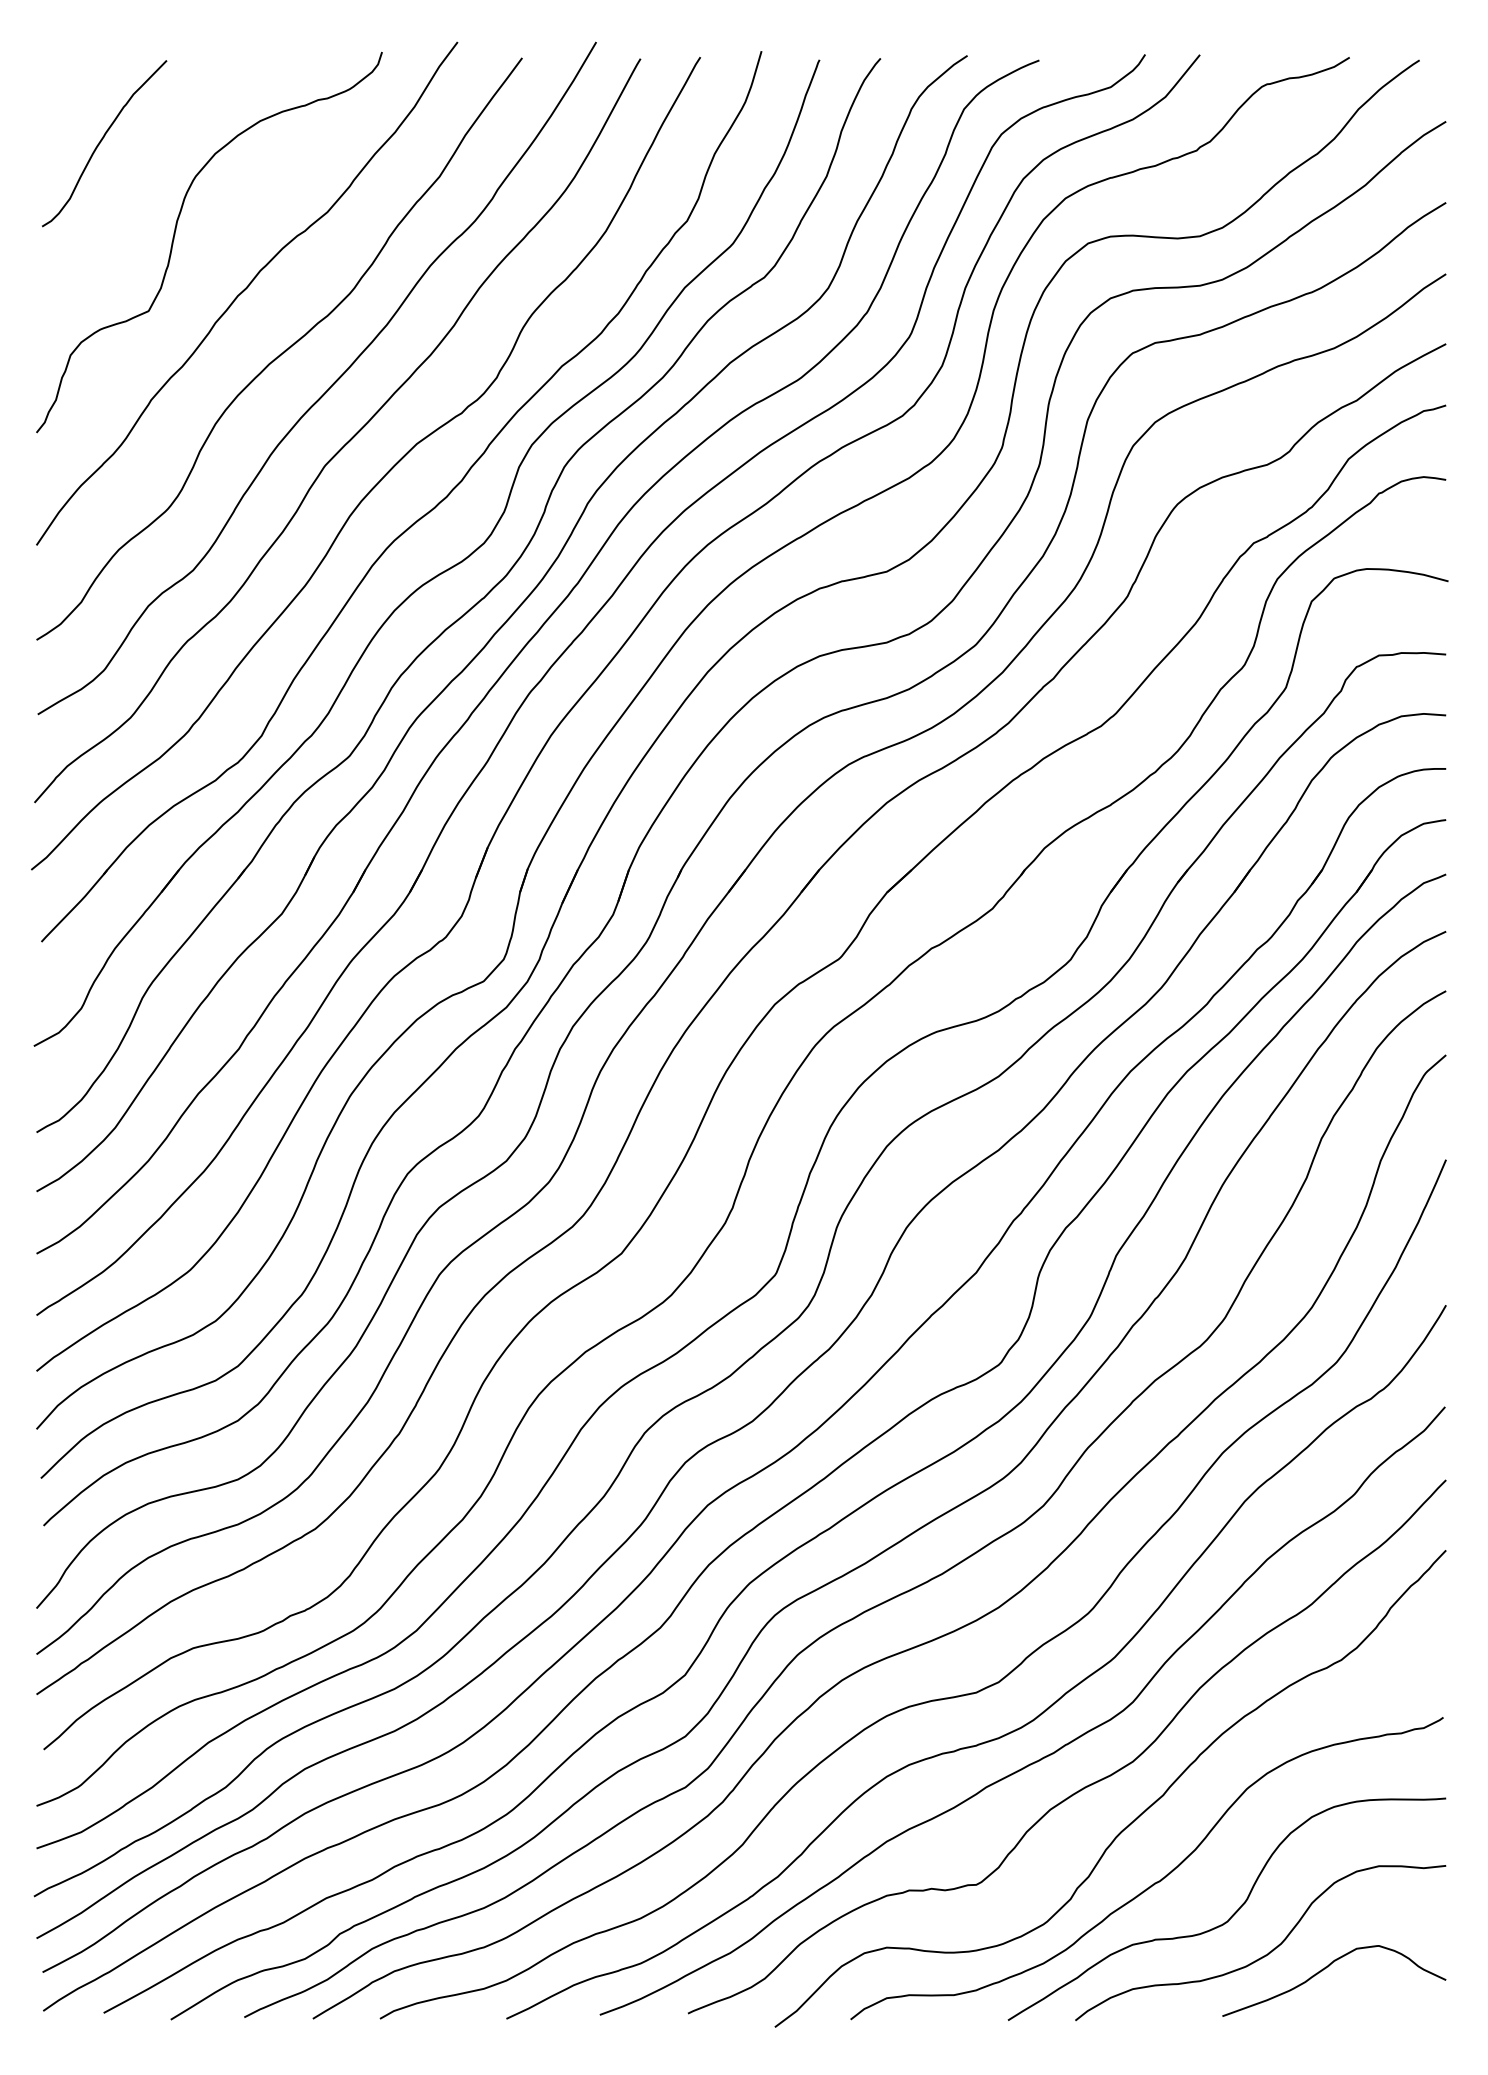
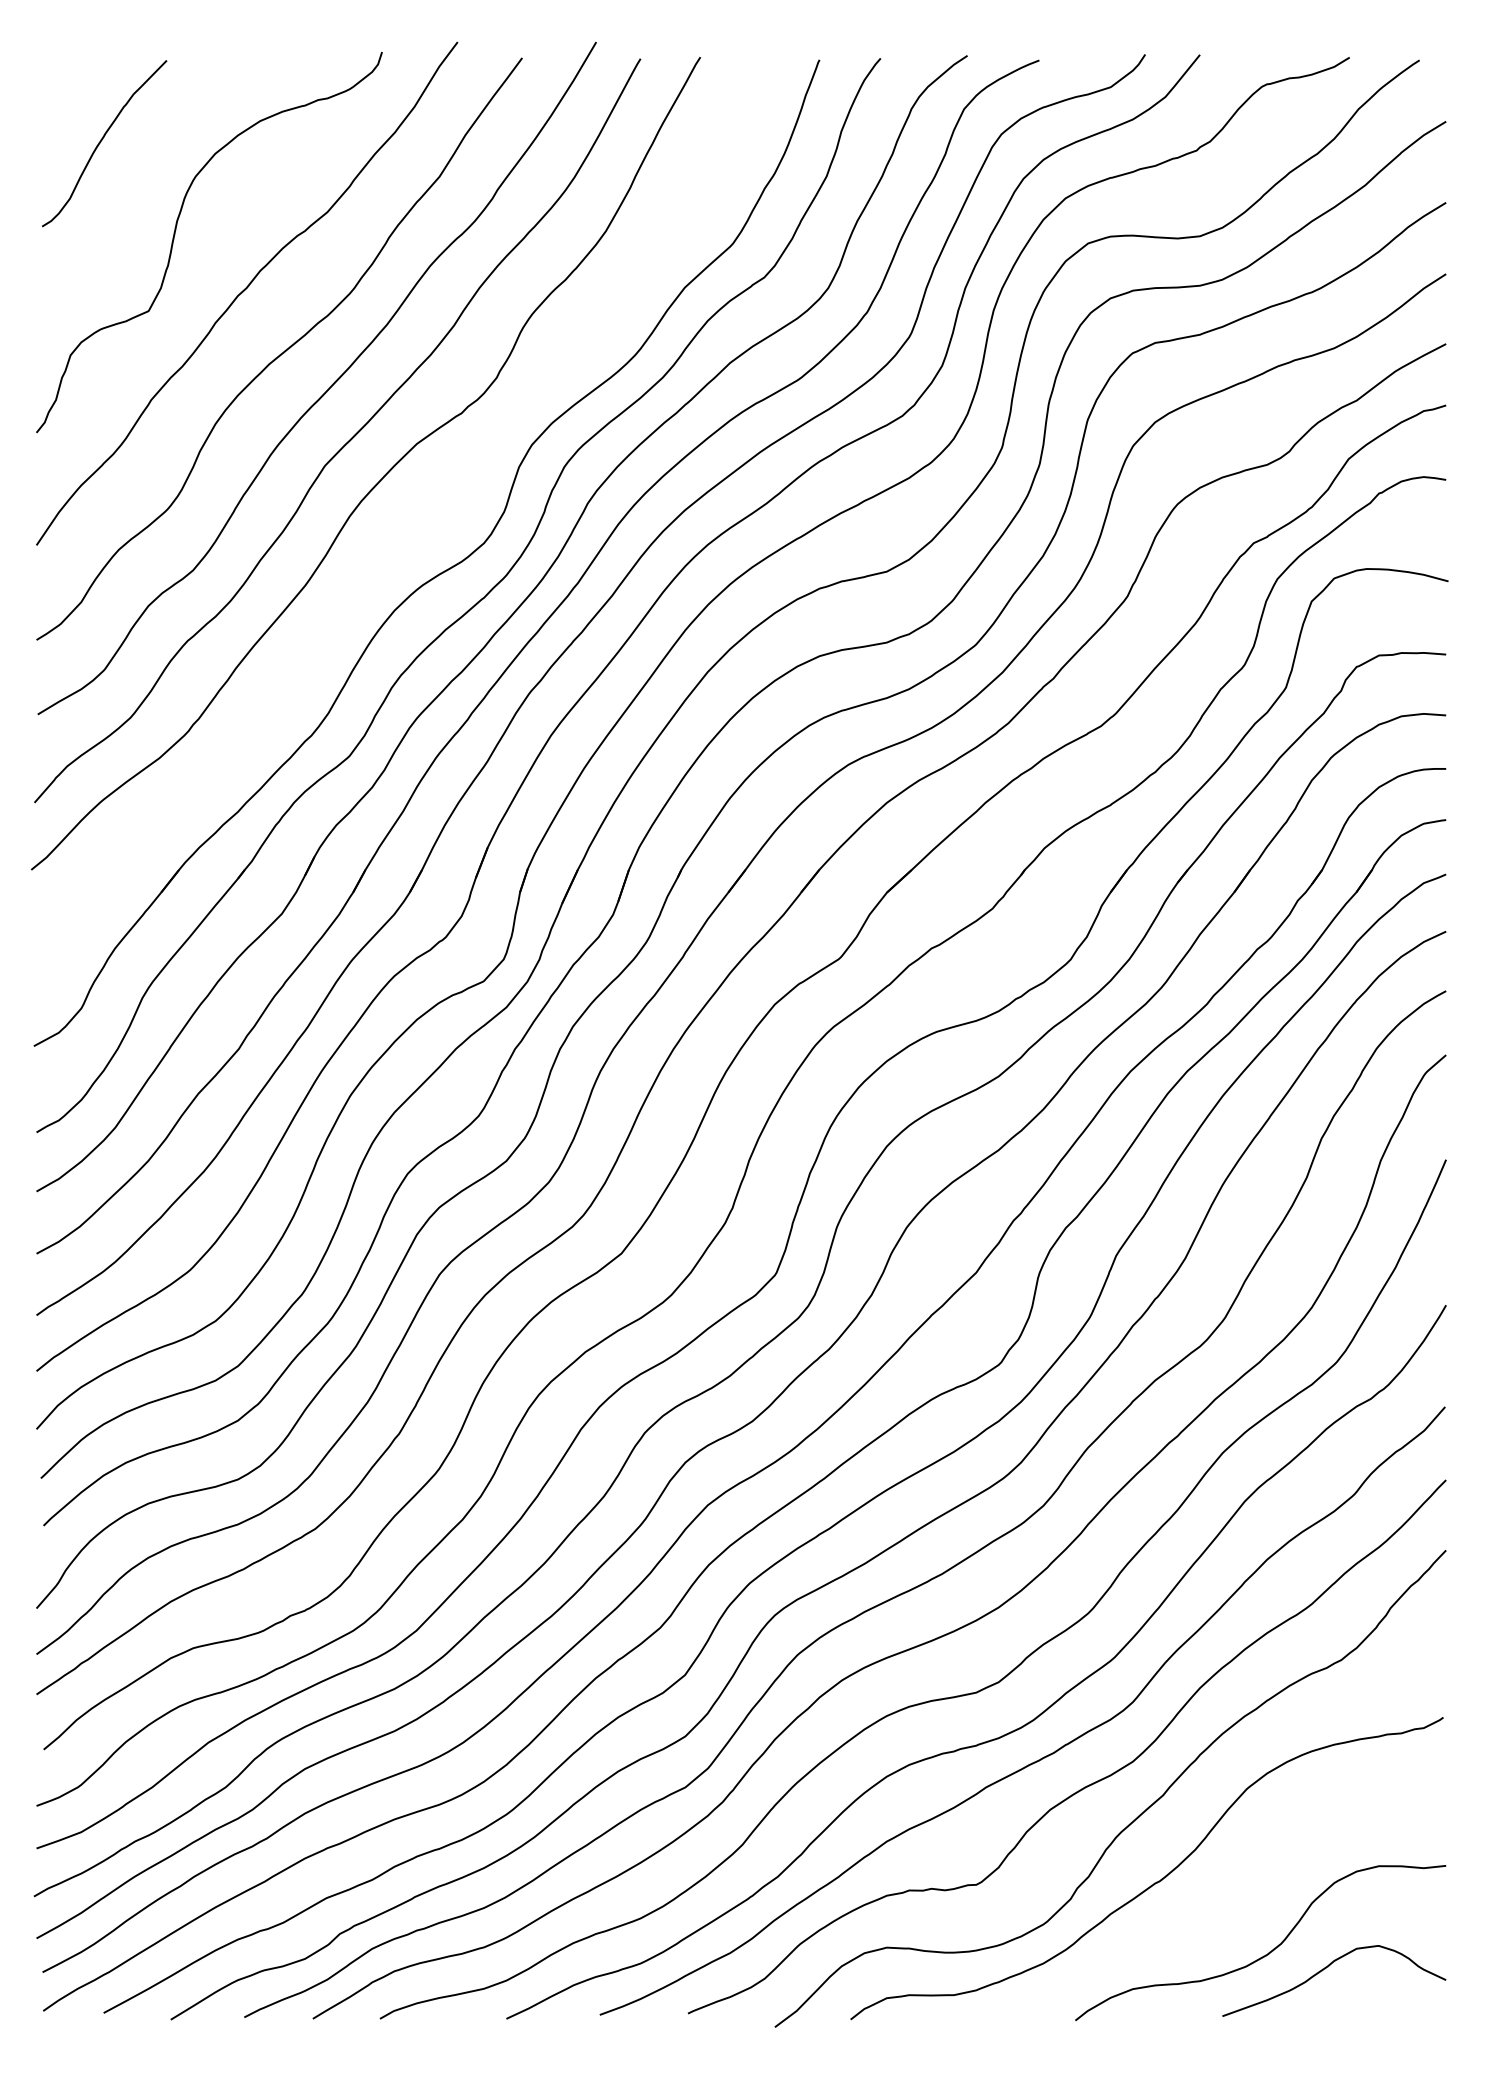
part at (417, 519): present -> none
curve at (1232, 1914): present -> none
